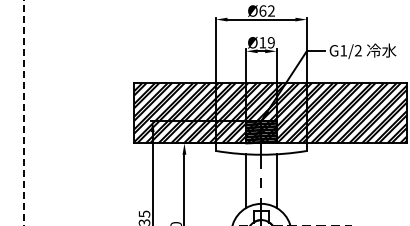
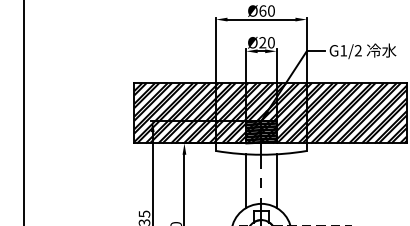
text at (271, 10): Ø62 -> Ø60
text at (266, 42): Ø19 -> Ø20
line at (23, 112): dashed -> solid
